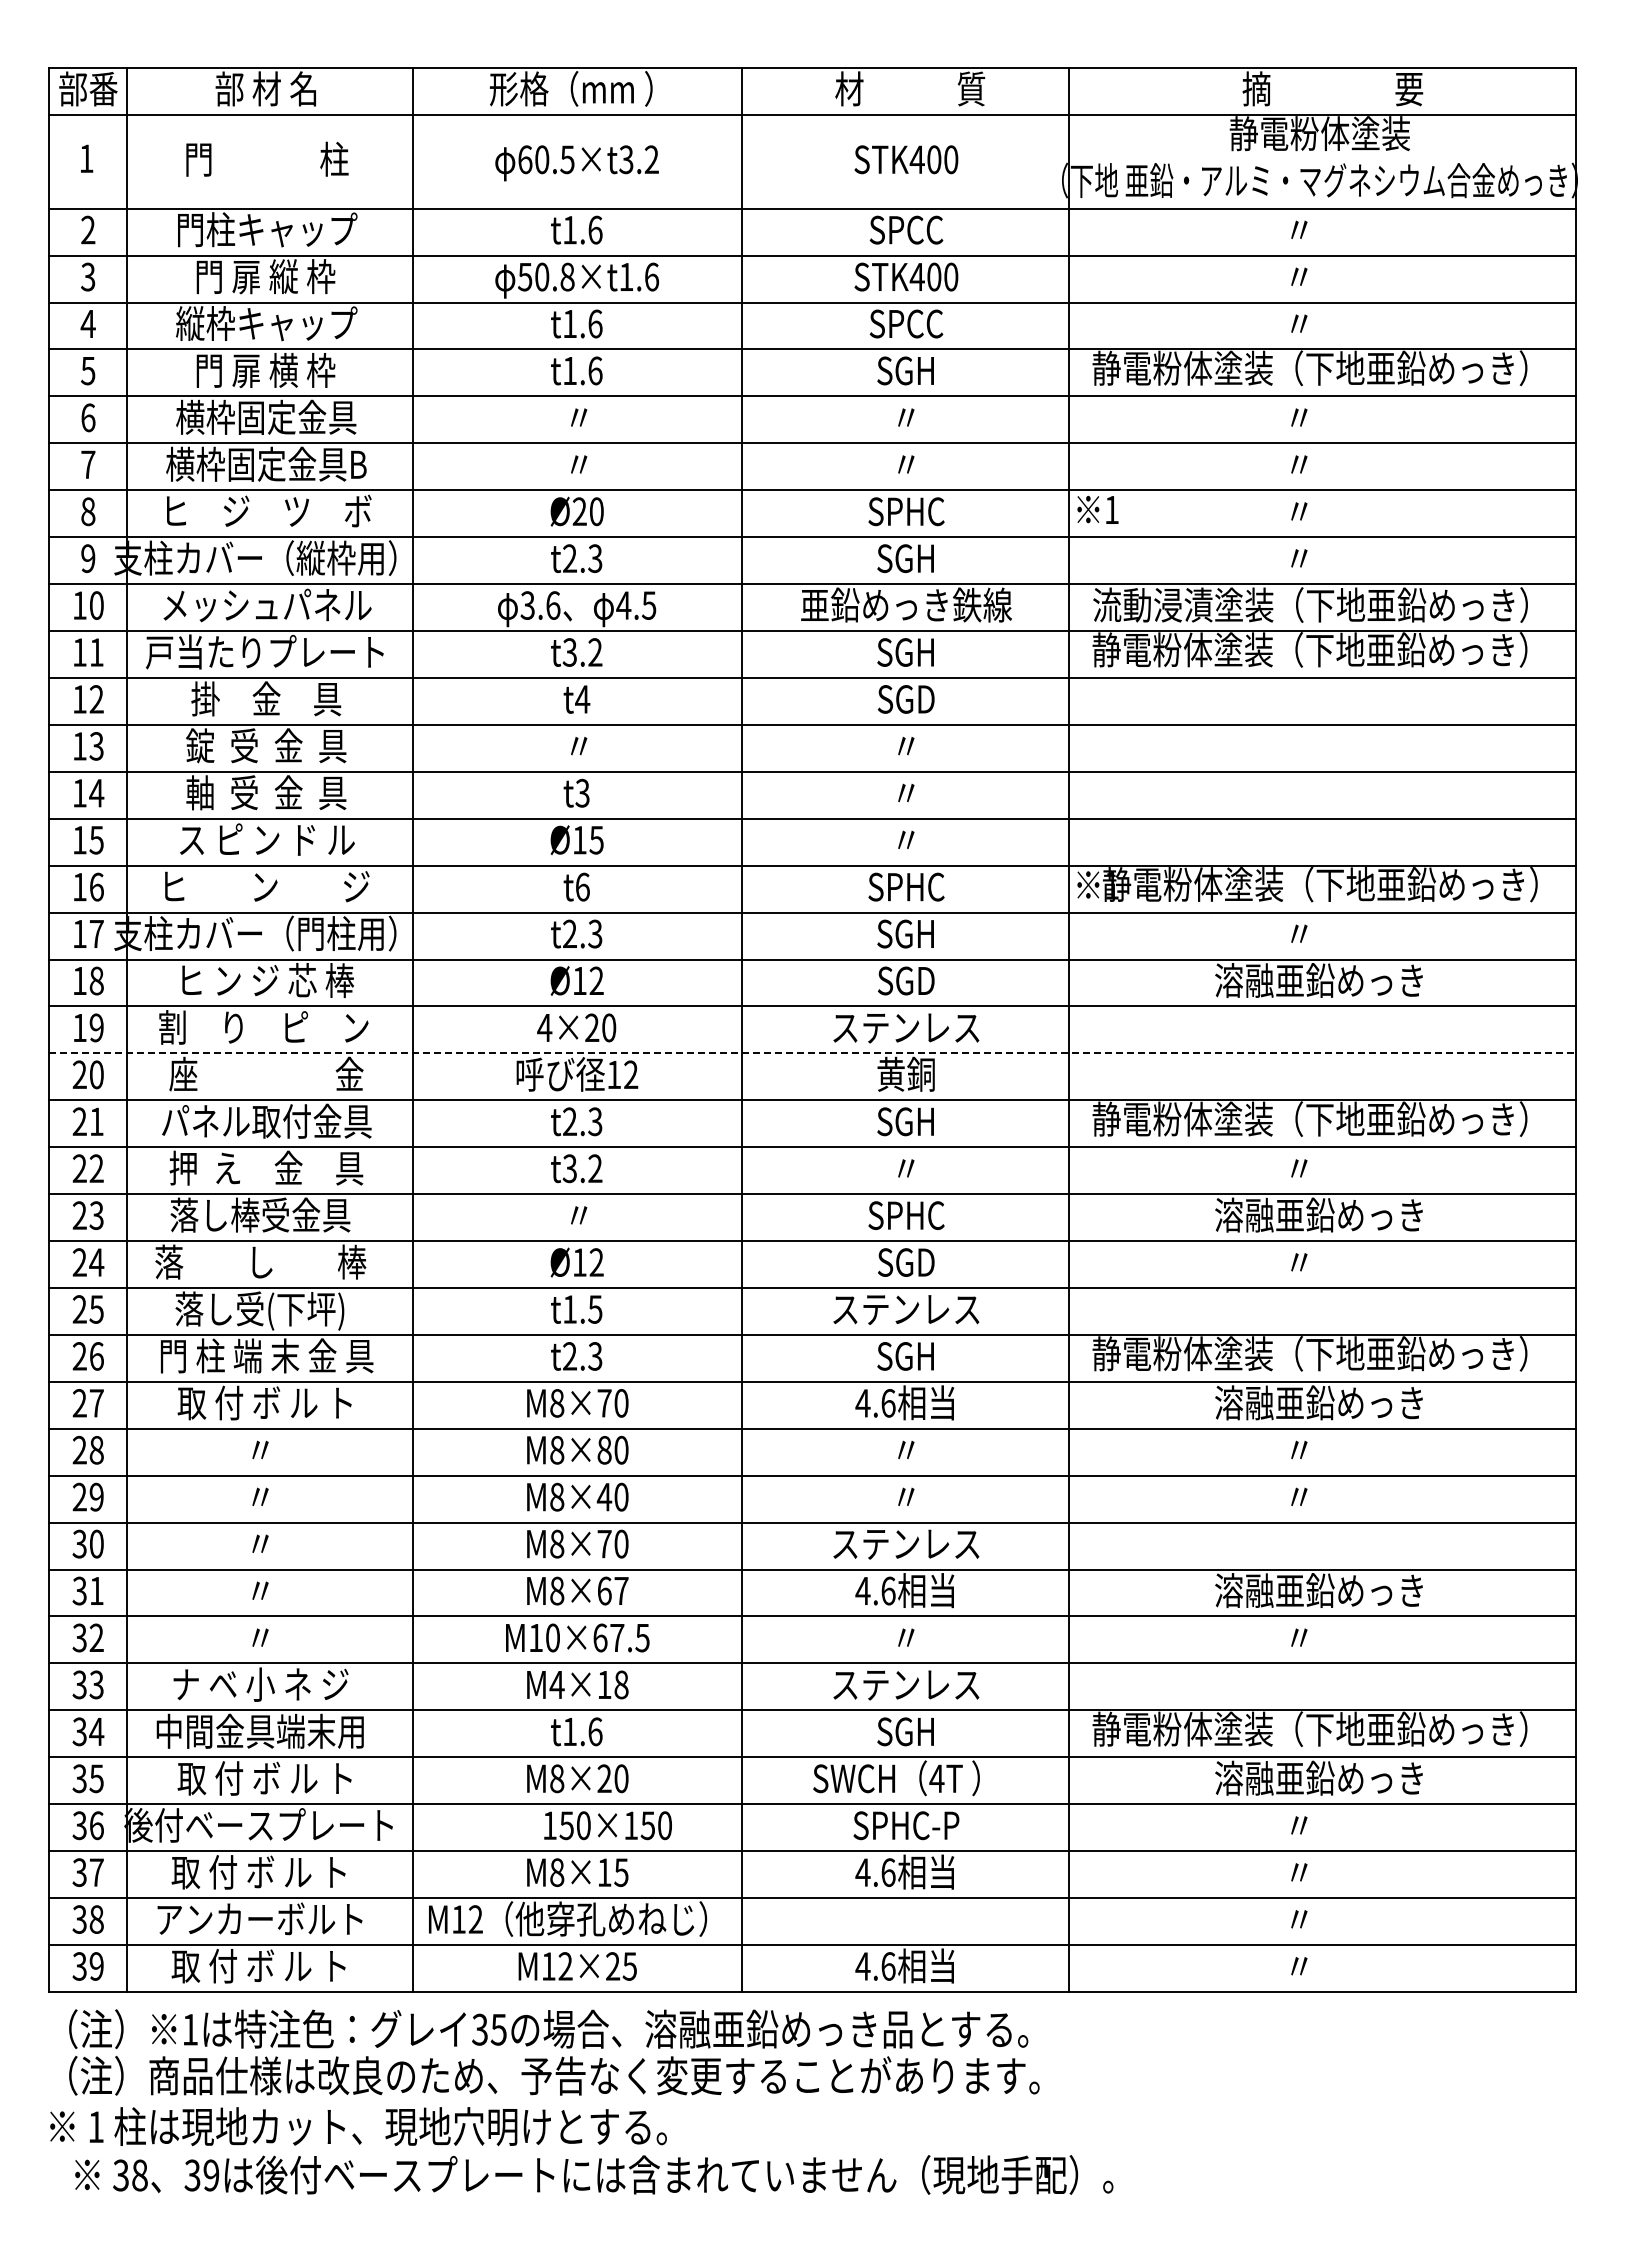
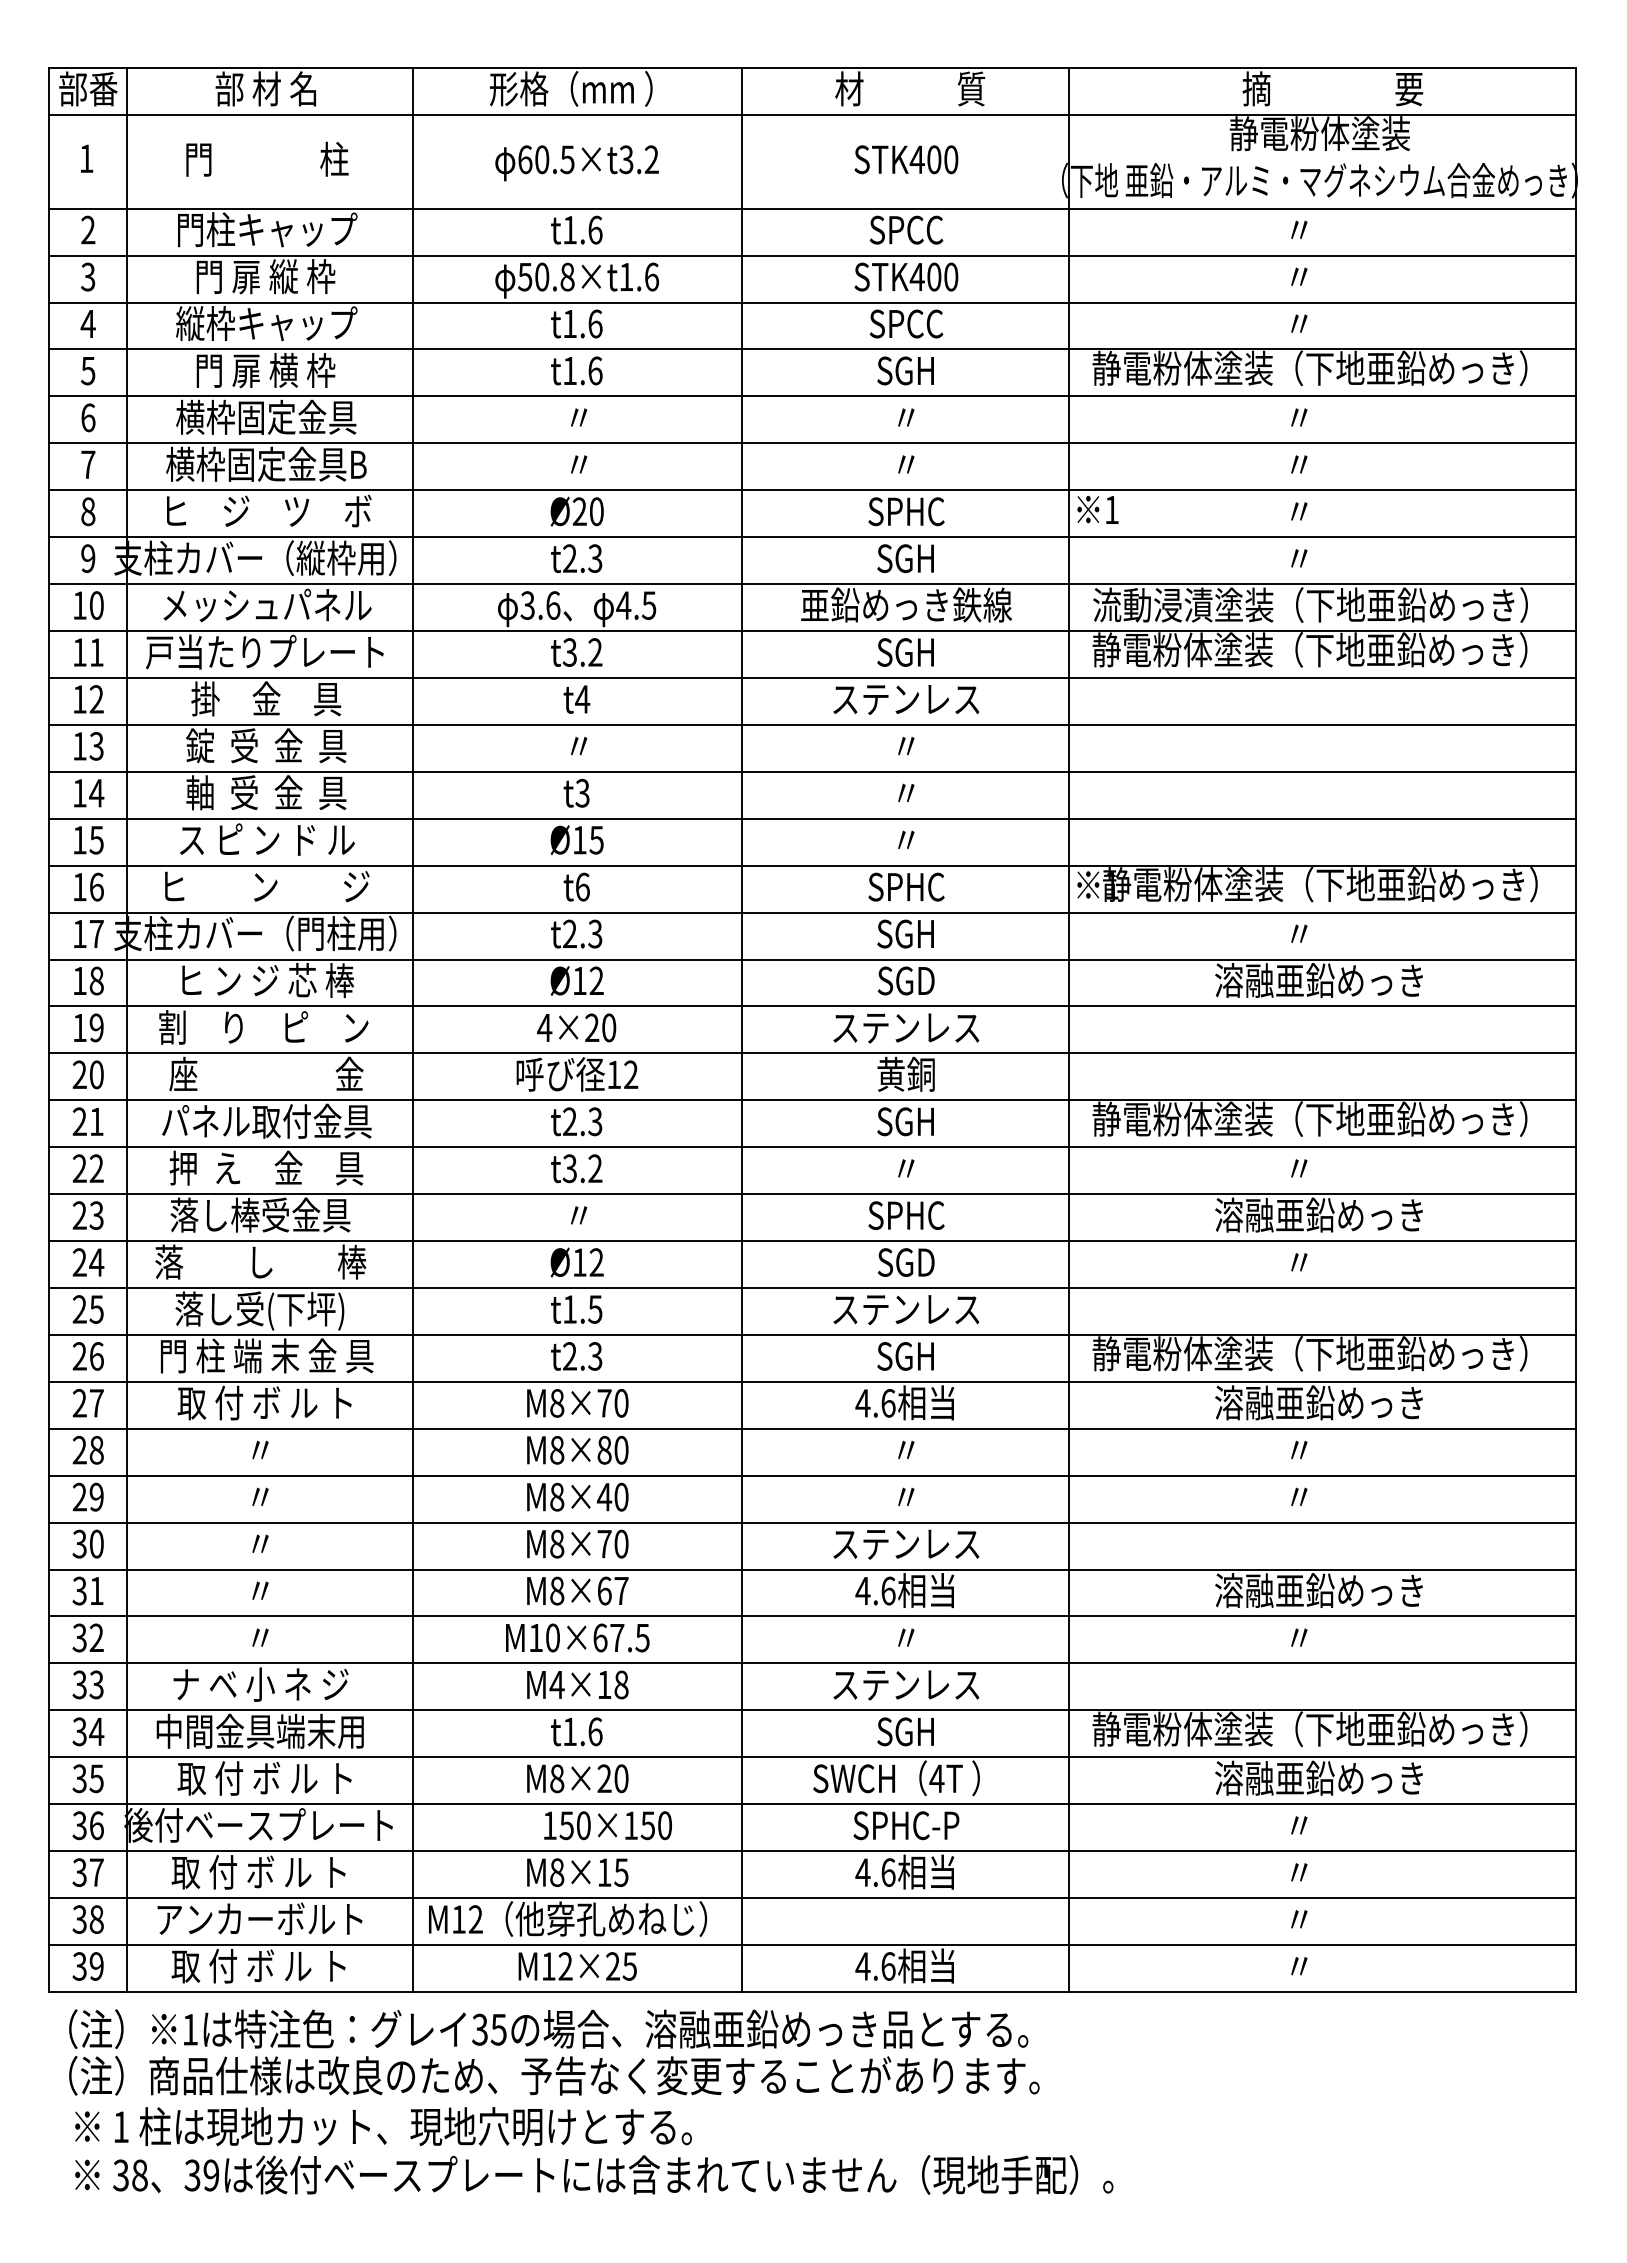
text at (906, 699): SGD -> ステンレス
line at (812, 1053): dashed -> solid
text at (358, 2126) position: (358, 2126) -> (383, 2126)
